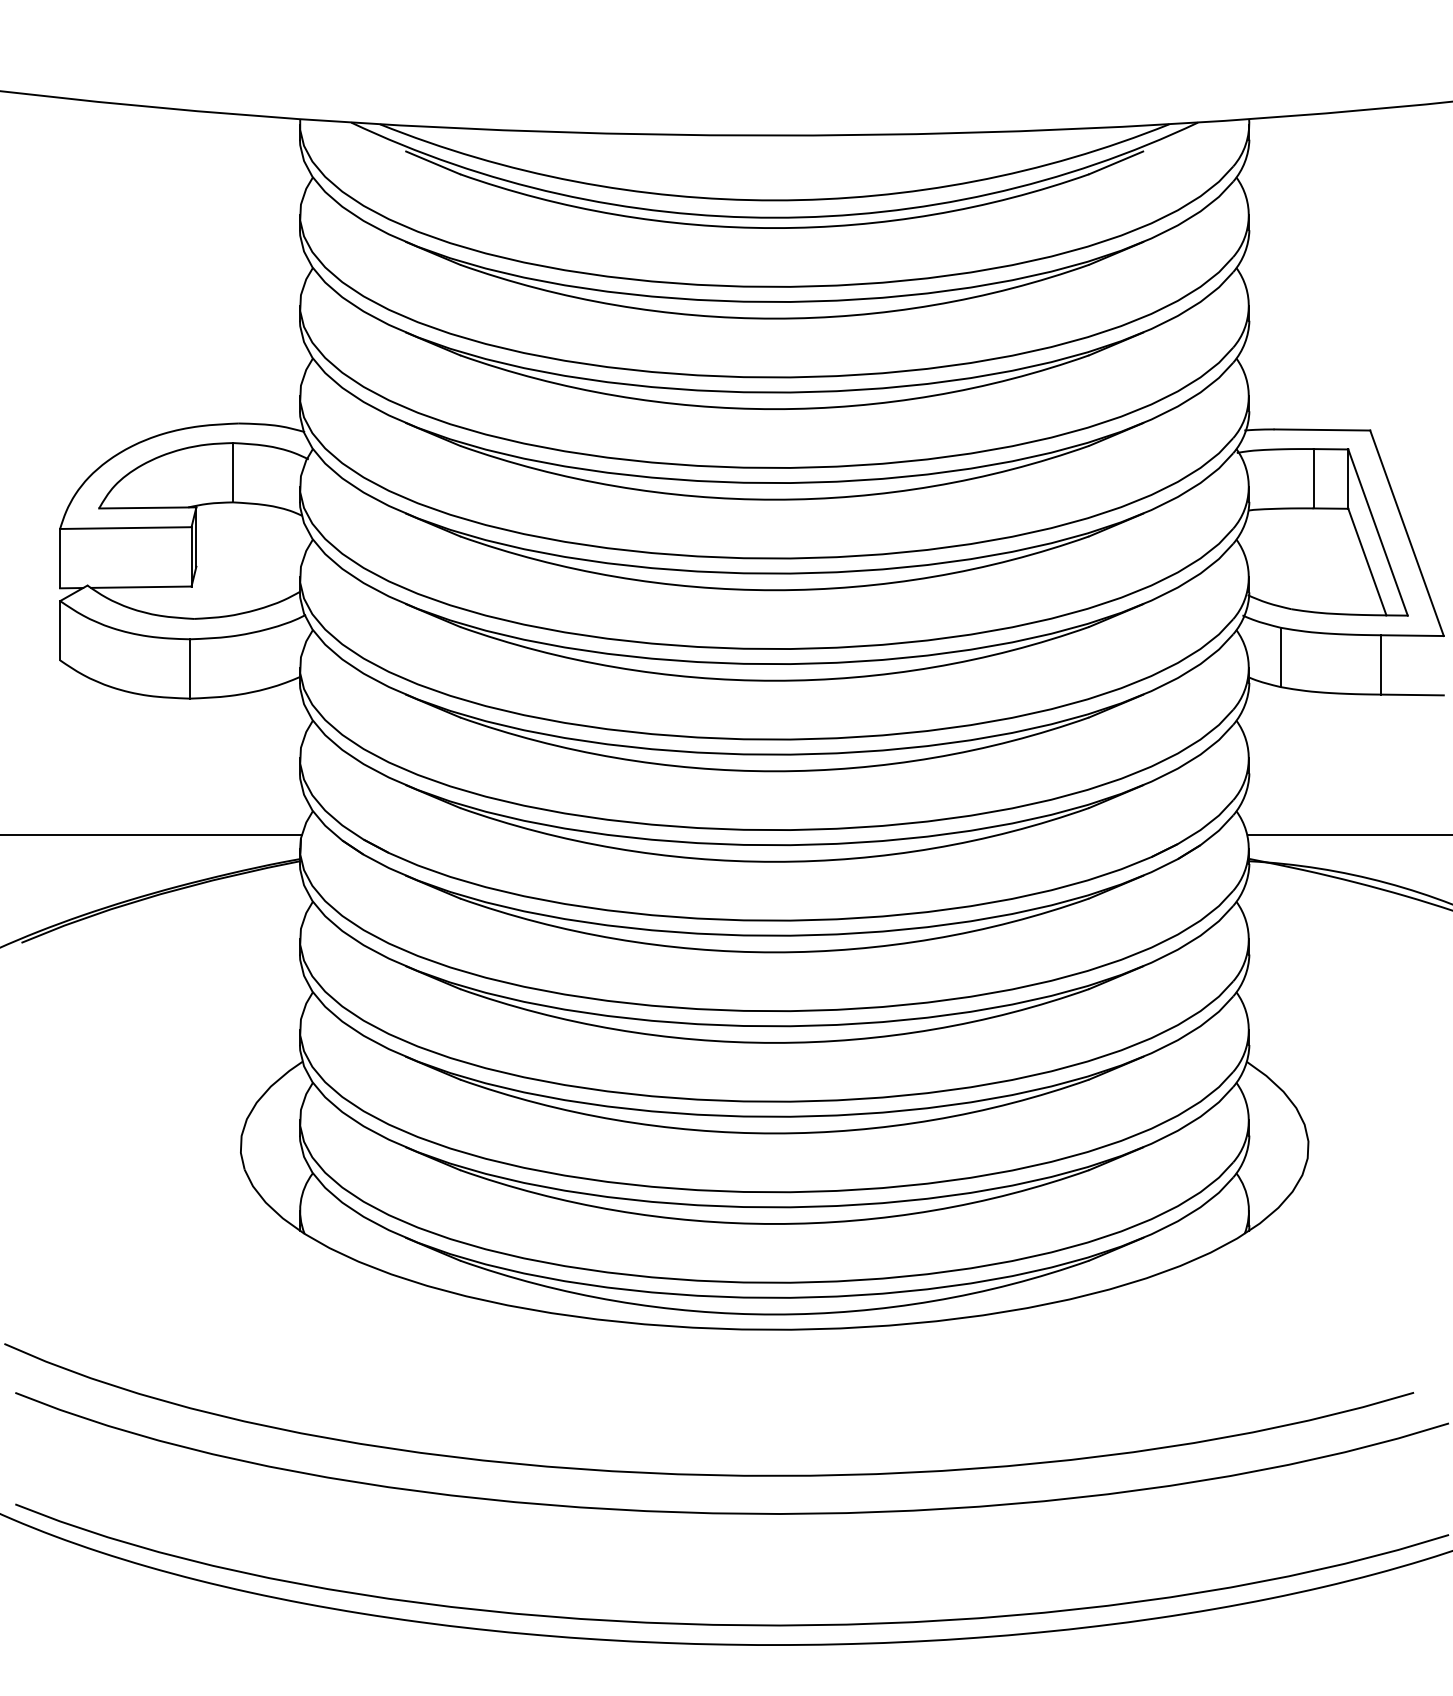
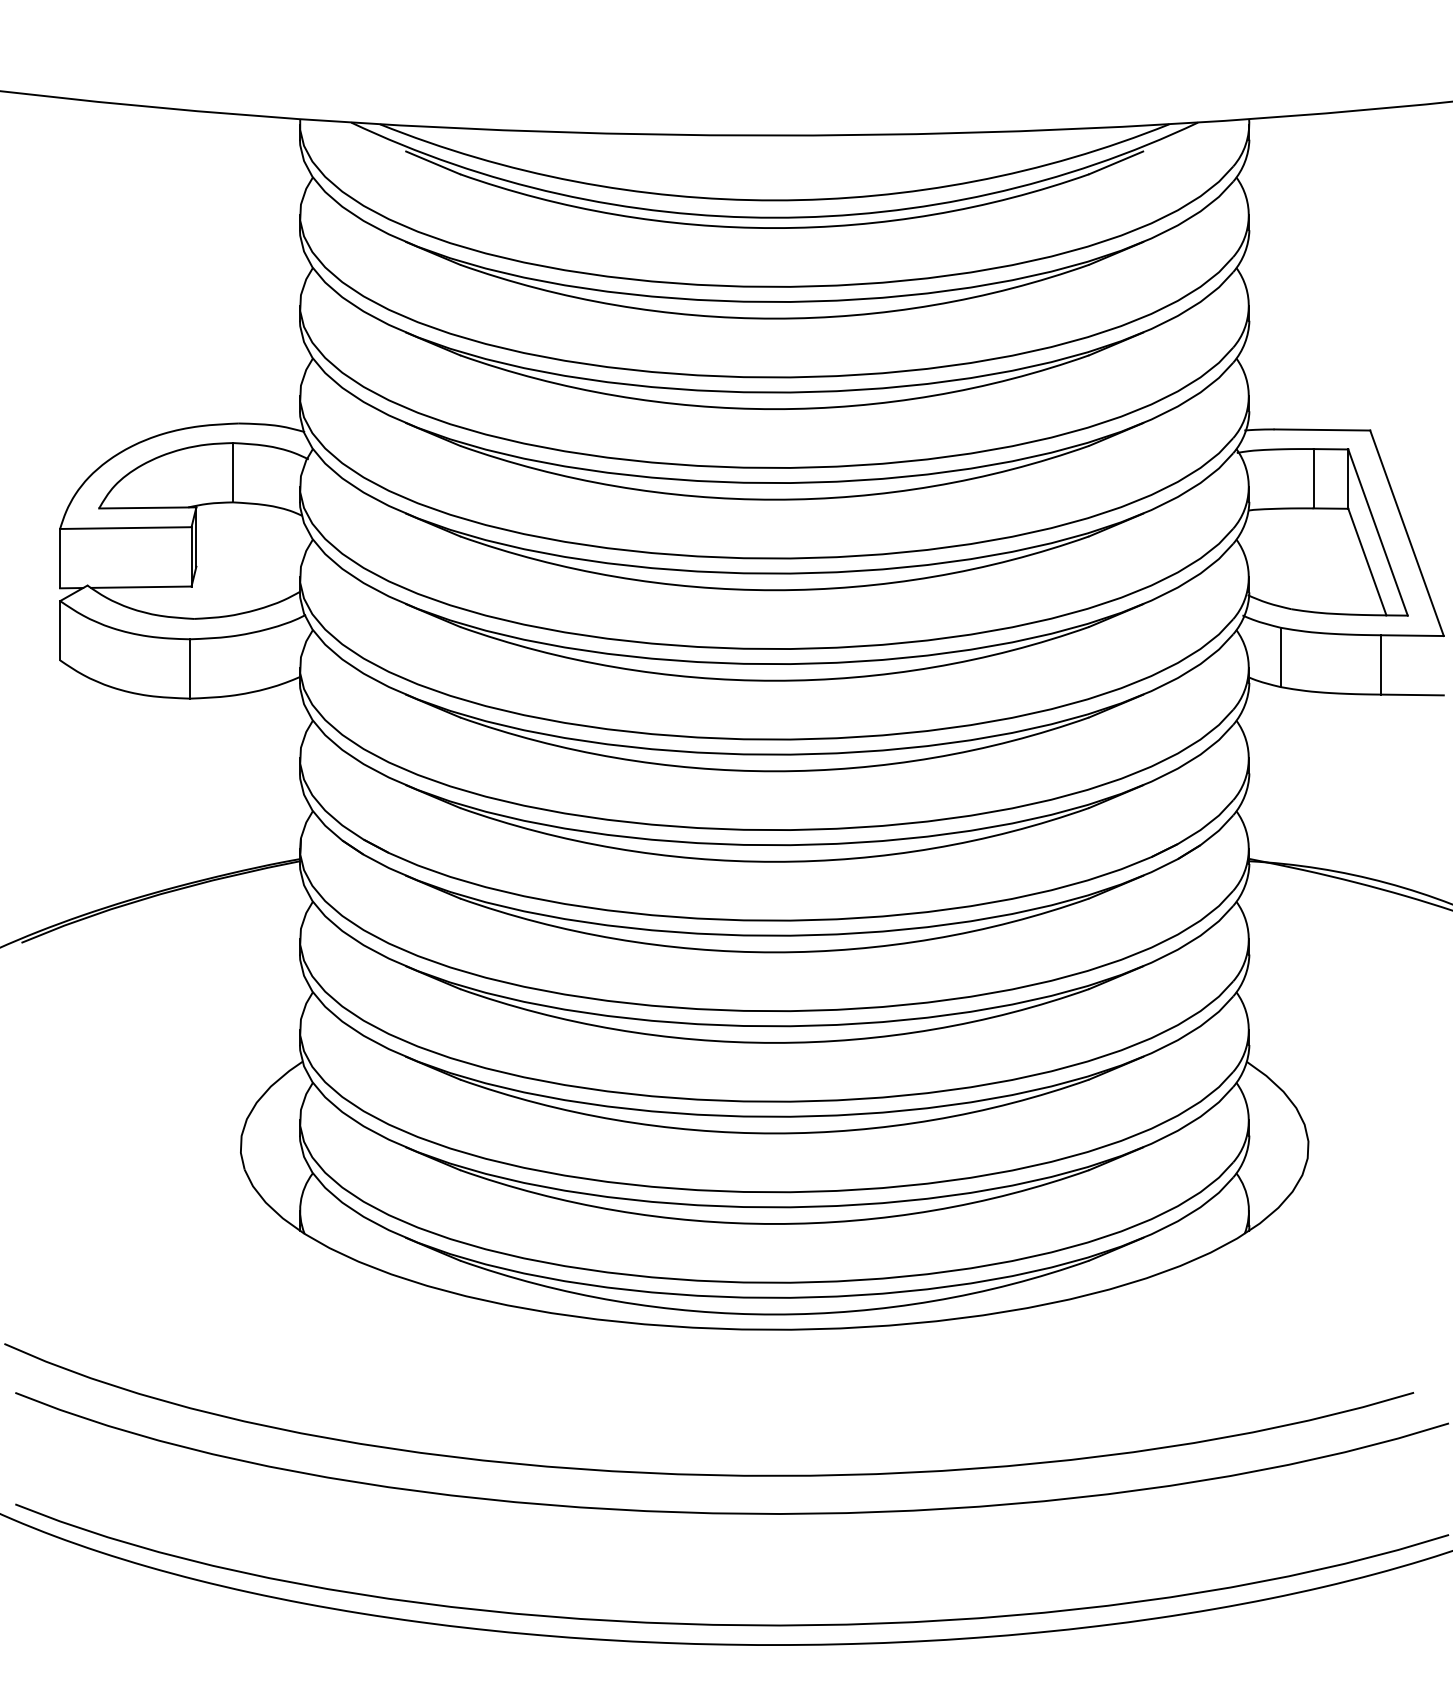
line at (151, 835): present -> none
line at (1348, 835): present -> none
